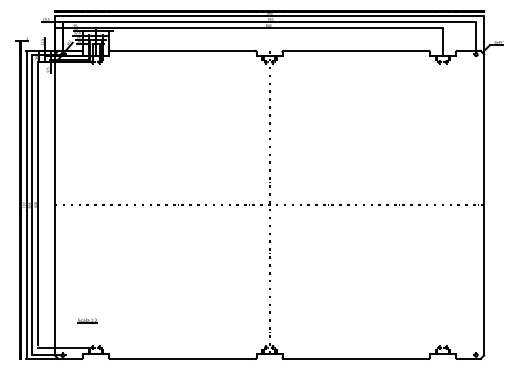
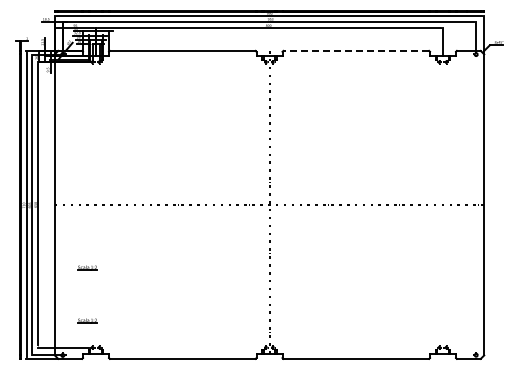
line at (356, 50): solid -> dashed
part at (87, 267): none -> present
